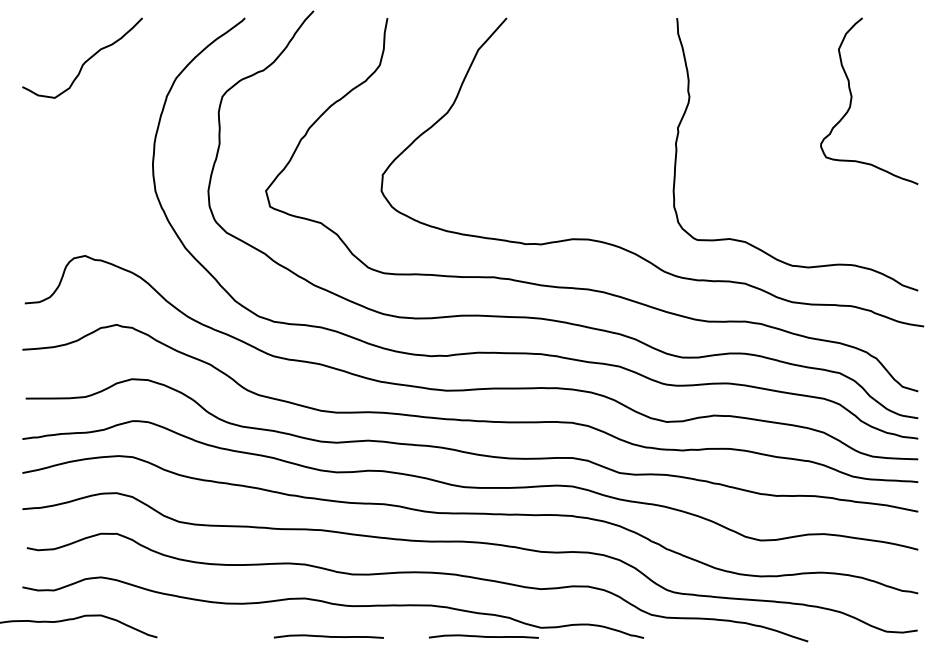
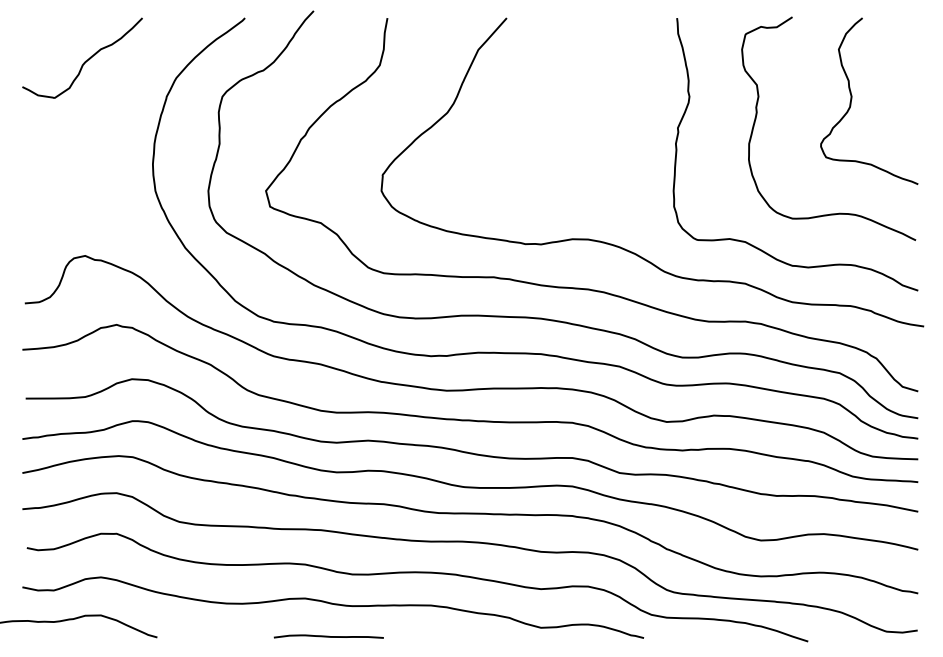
curve at (757, 115): none -> present
curve at (483, 636): present -> none
